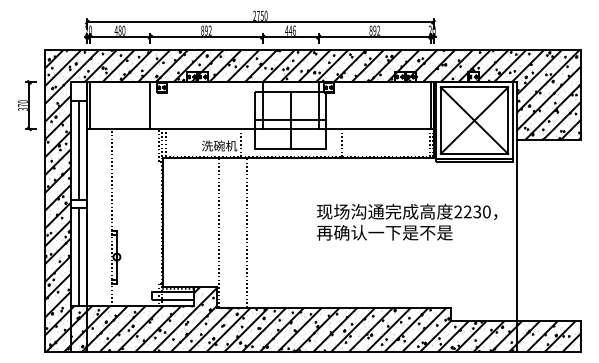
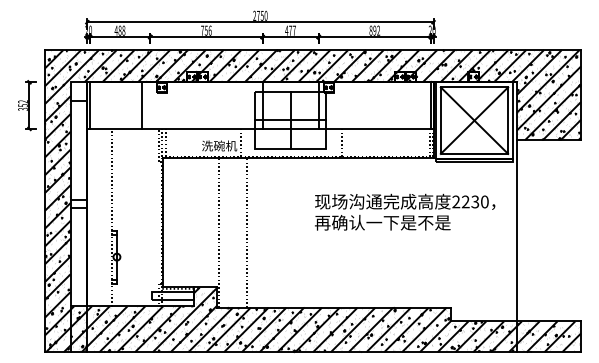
text at (206, 30): 892 -> 756
text at (291, 30): 446 -> 477
text at (123, 31): 480 -> 488
text at (22, 103): 370 -> 352
line at (150, 105) position: (150, 105) -> (142, 105)
line at (79, 150): present -> none
text at (407, 221) position: (407, 221) -> (405, 211)
line at (79, 256): present -> none
